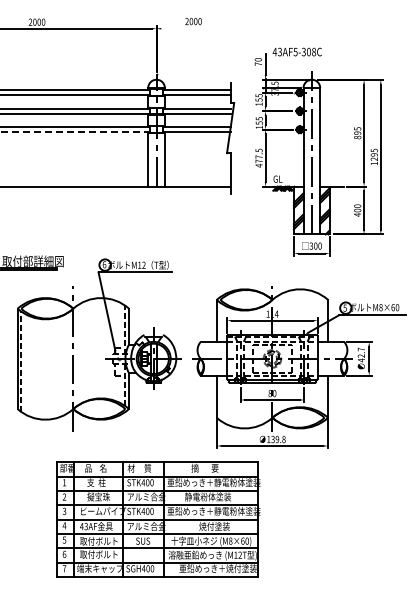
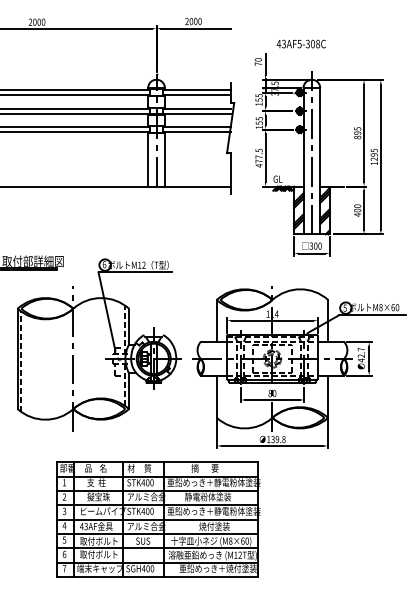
line at (195, 28): none -> present
text at (296, 51) position: (296, 51) -> (300, 43)
line at (74, 132): dashed -> solid
